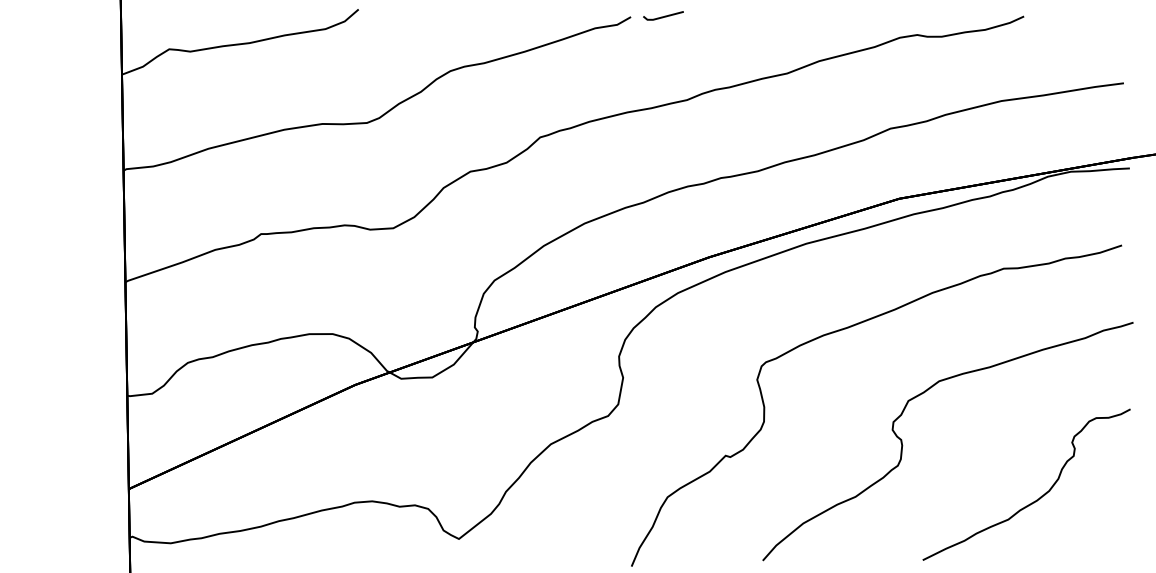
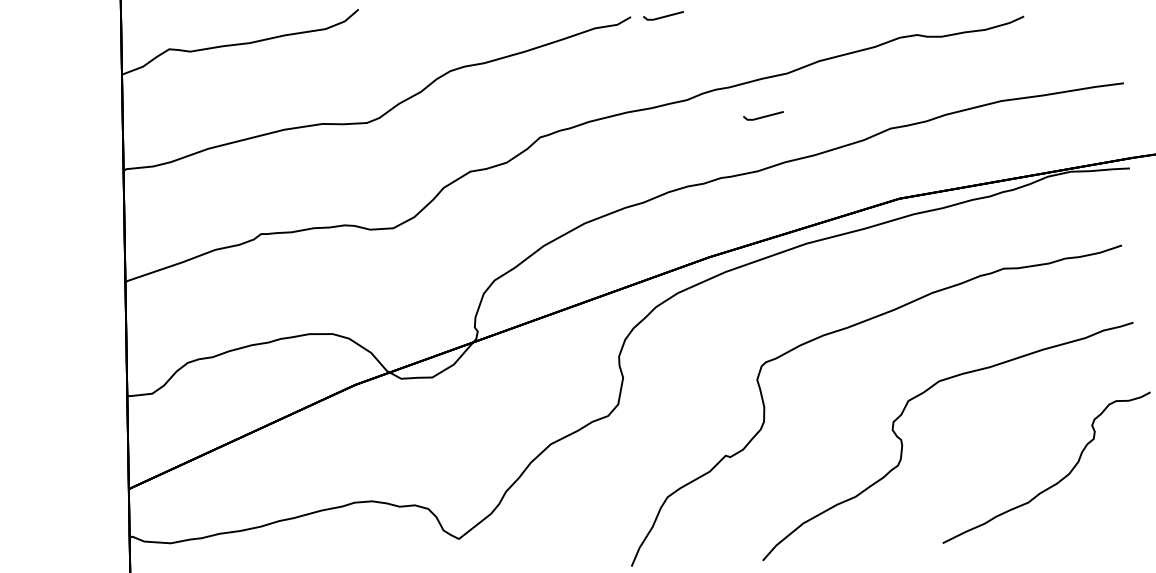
line at (764, 115): none -> present
curve at (1036, 499) position: (1036, 499) -> (1056, 482)
